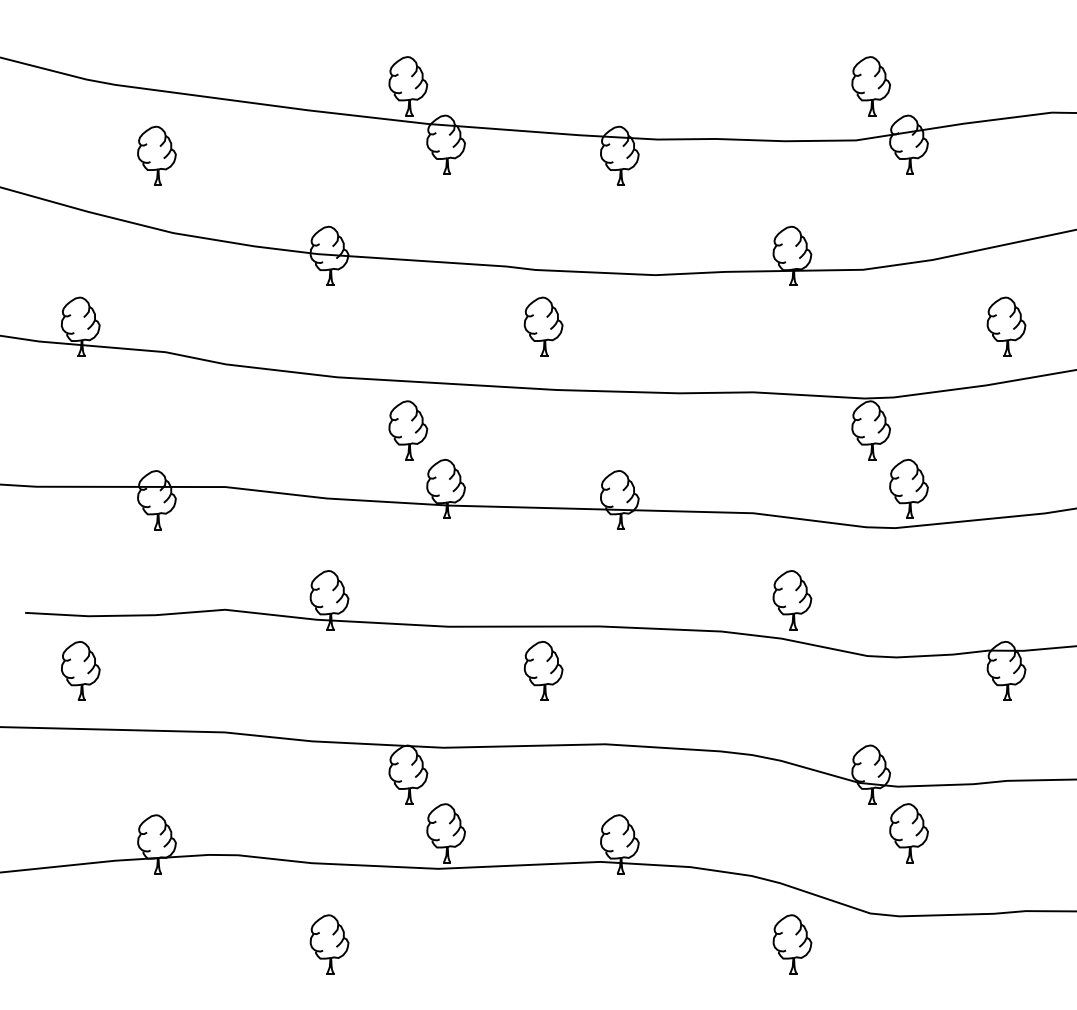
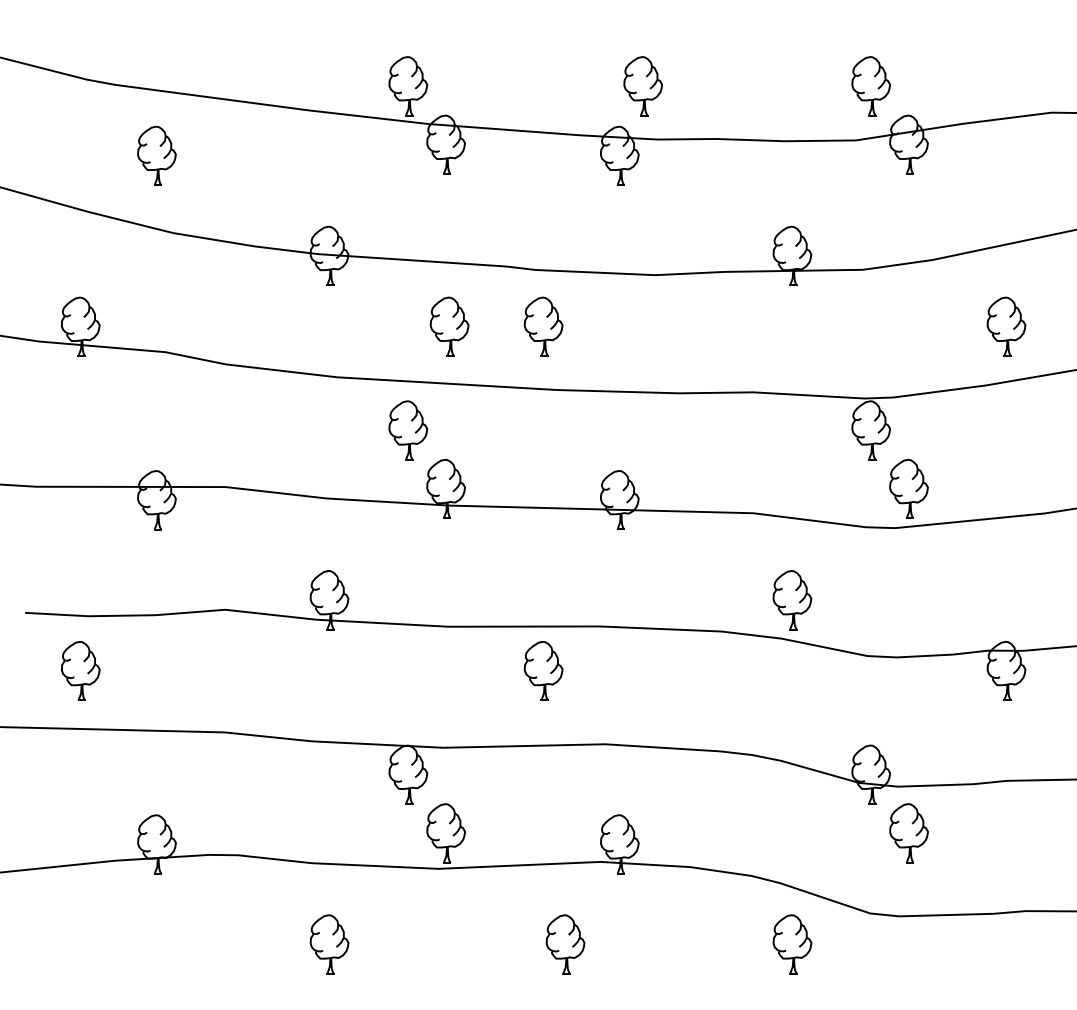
part at (642, 86): none -> present
part at (449, 326): none -> present
part at (565, 944): none -> present
